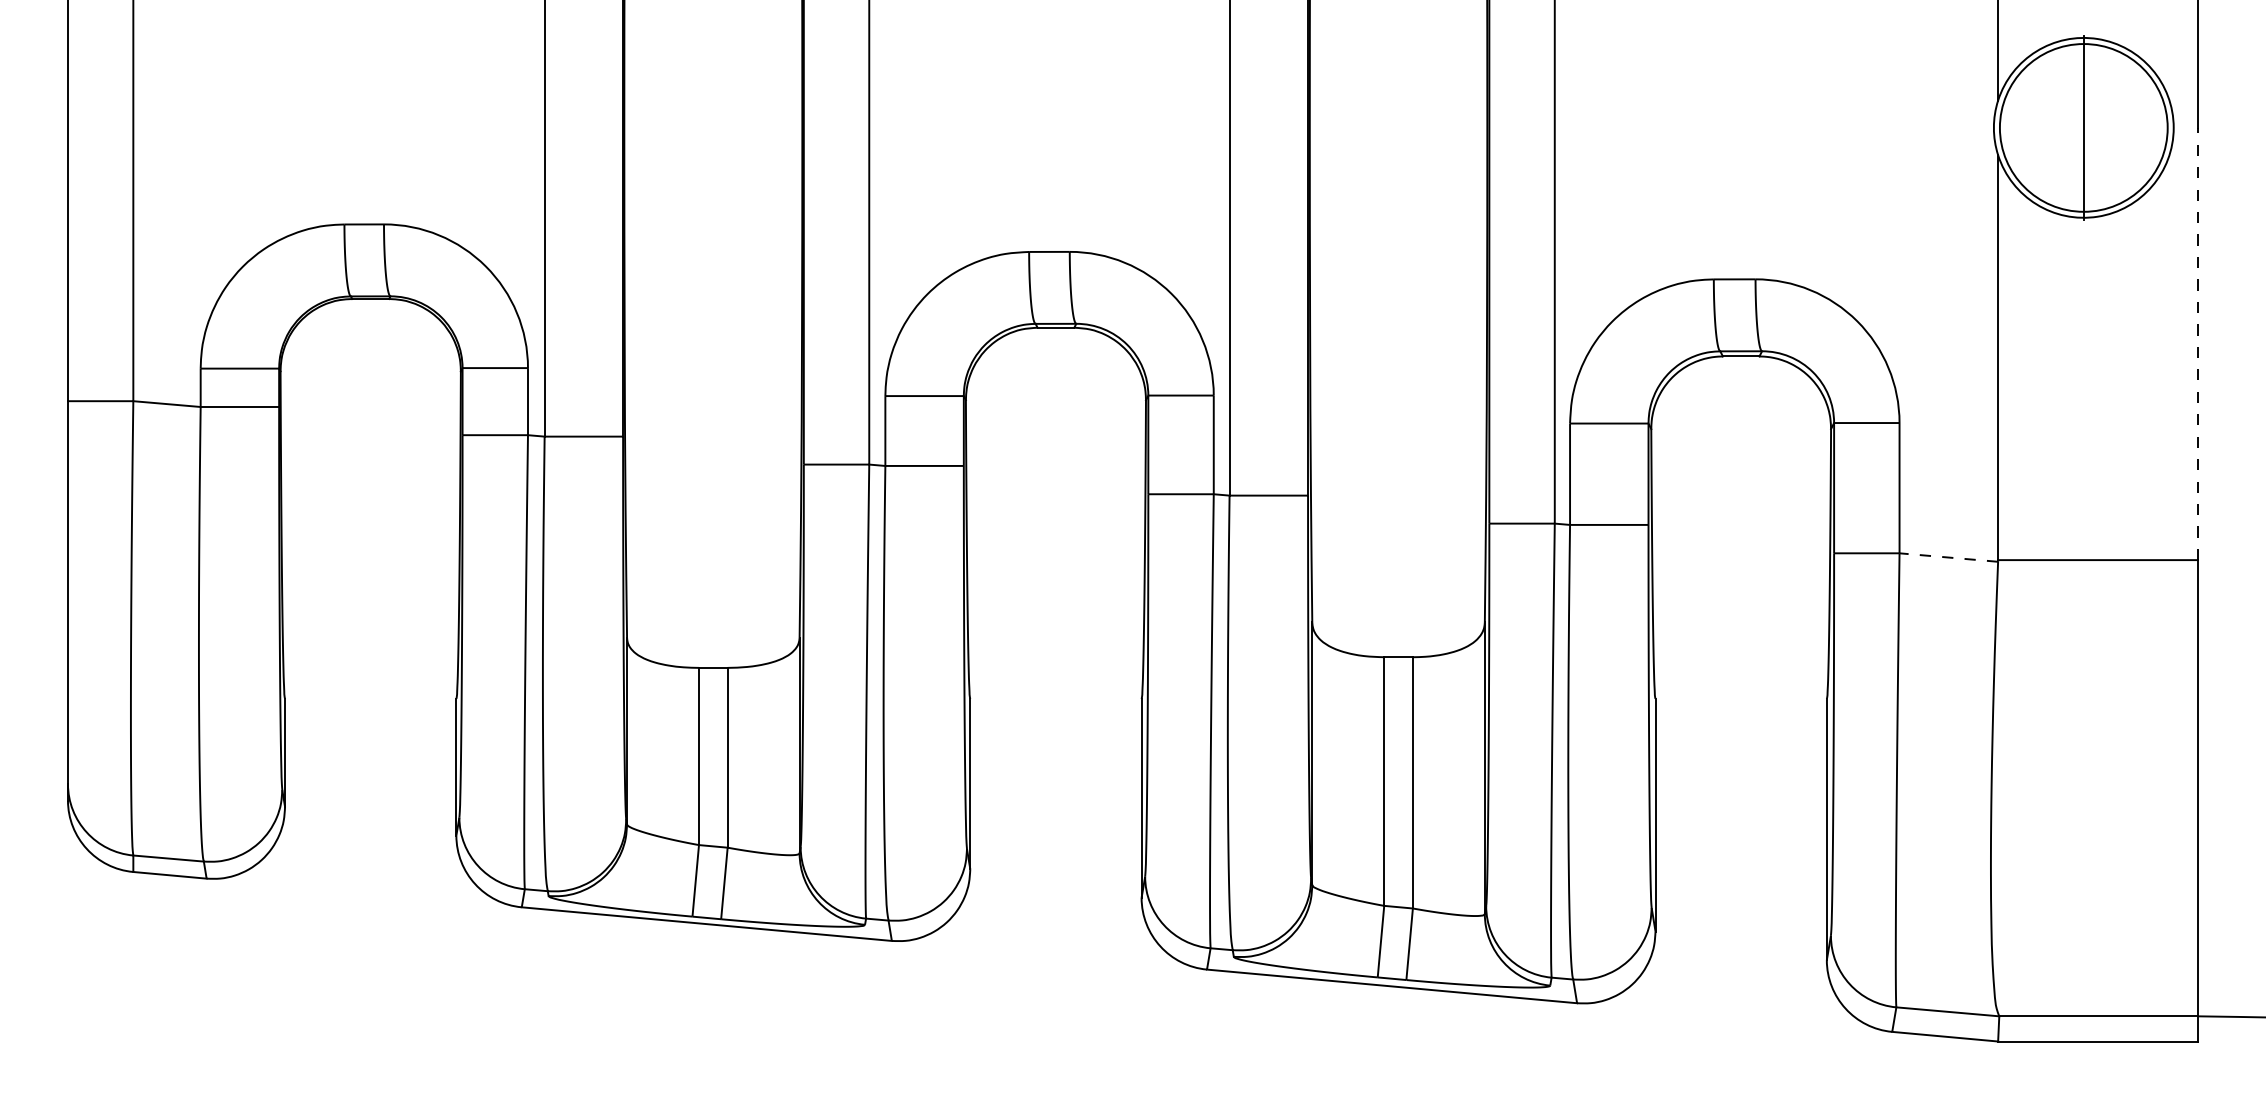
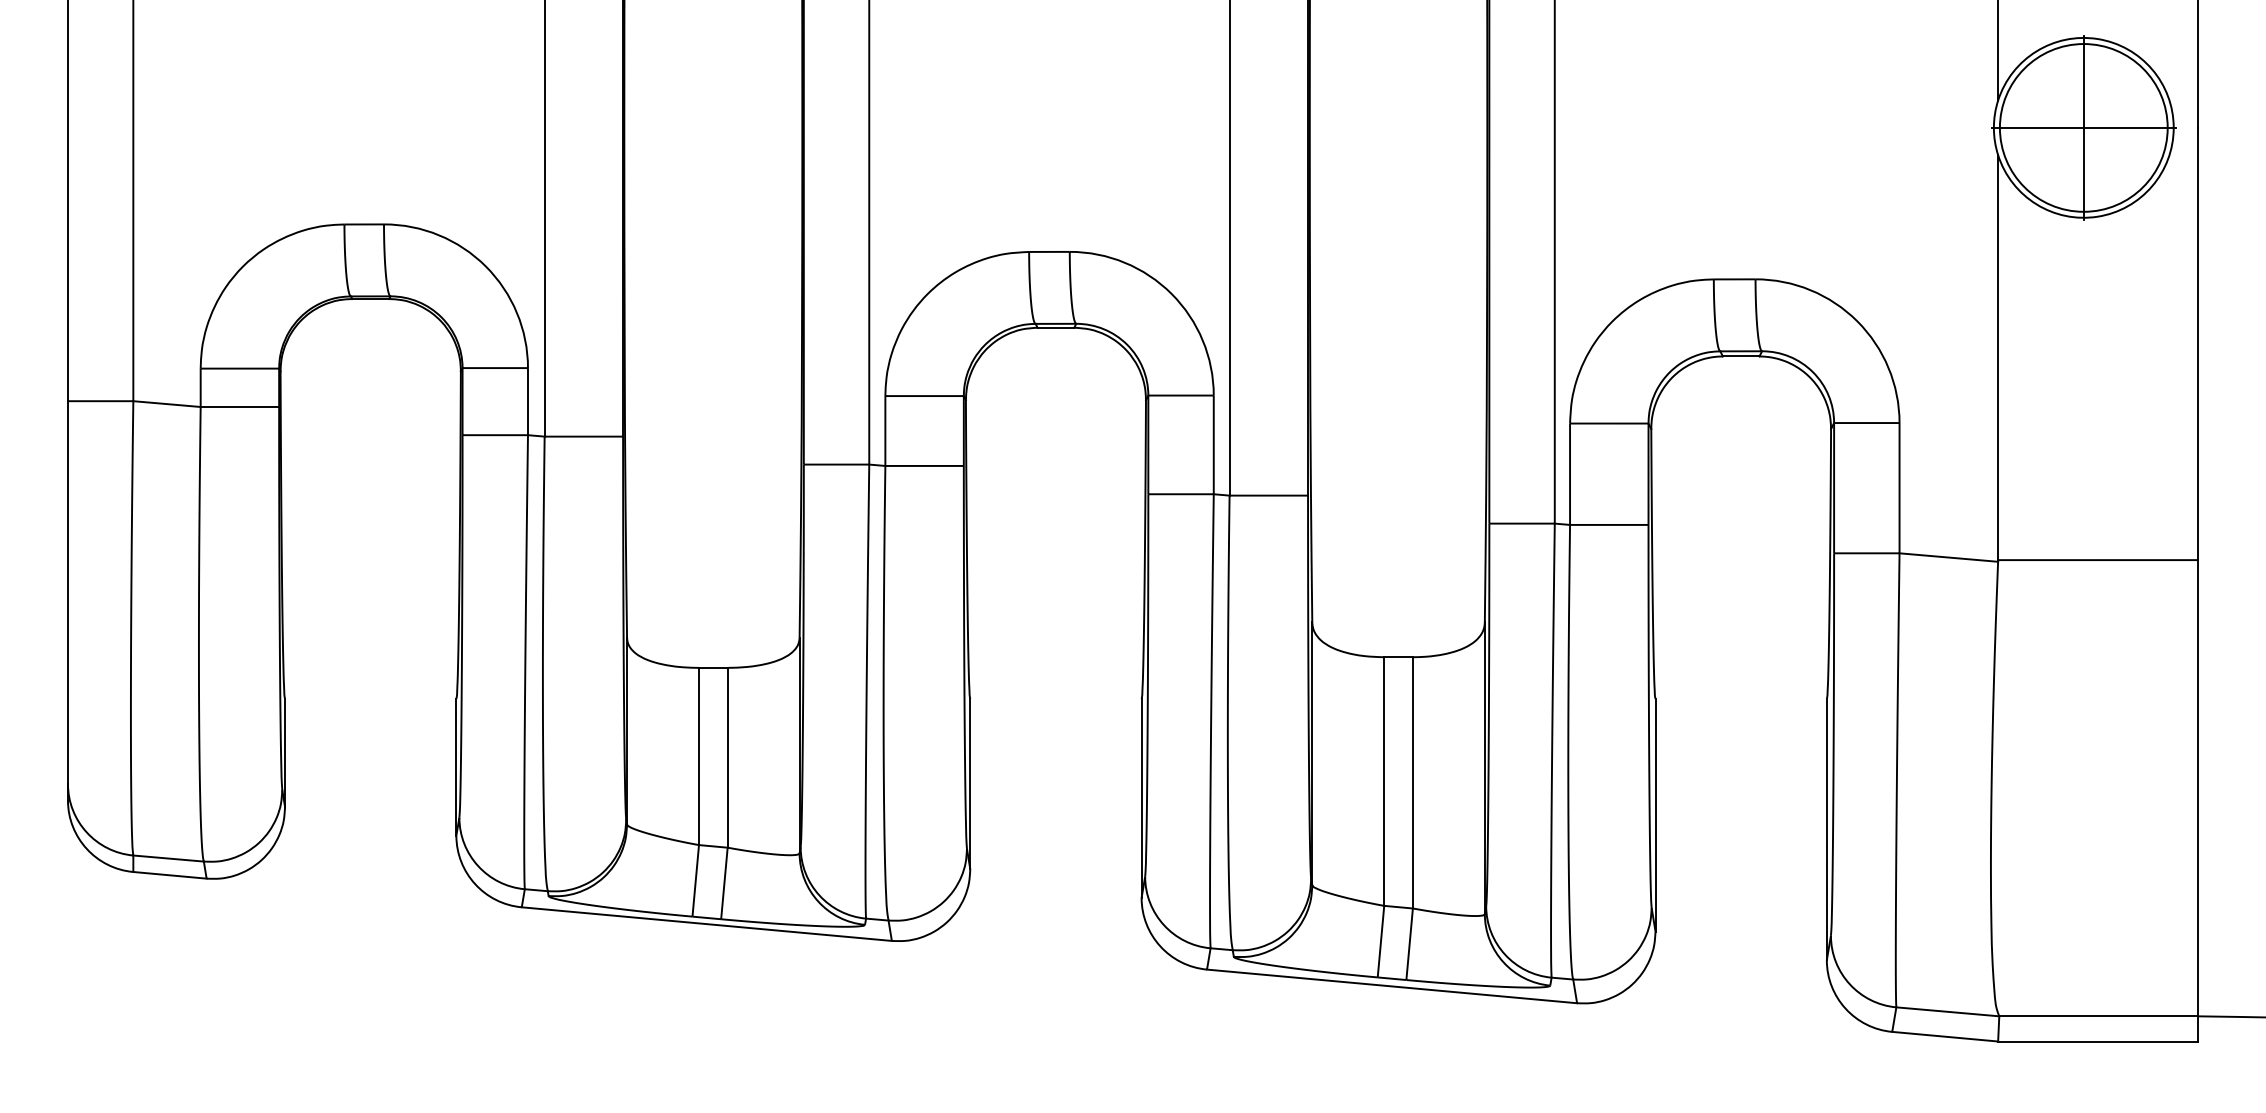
line at (2083, 127): none -> present
line at (2198, 343): dashed -> solid
line at (1948, 557): dashed -> solid
